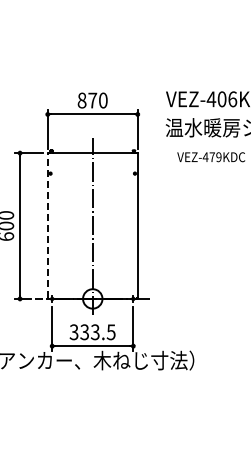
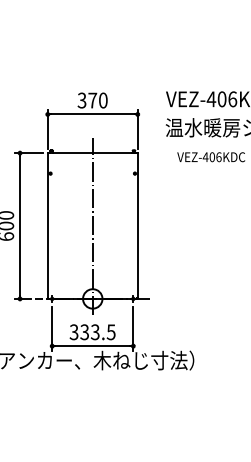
text at (81, 100): 870 -> 370
text at (215, 157): VEZ-479KDC -> VEZ-406KDC
line at (47, 225): dashed -> solid
